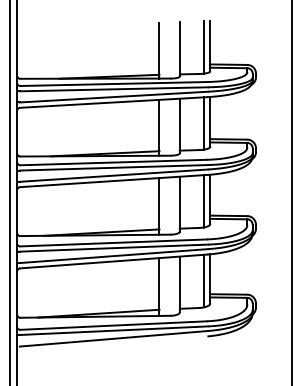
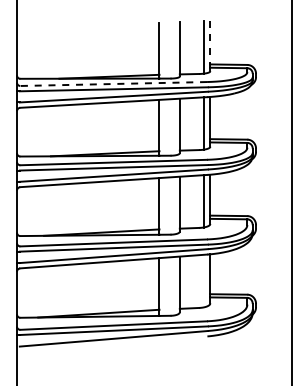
line at (210, 42): solid -> dashed
line at (113, 84): solid -> dashed
line at (10, 192): present -> none
line at (203, 280): present -> none
